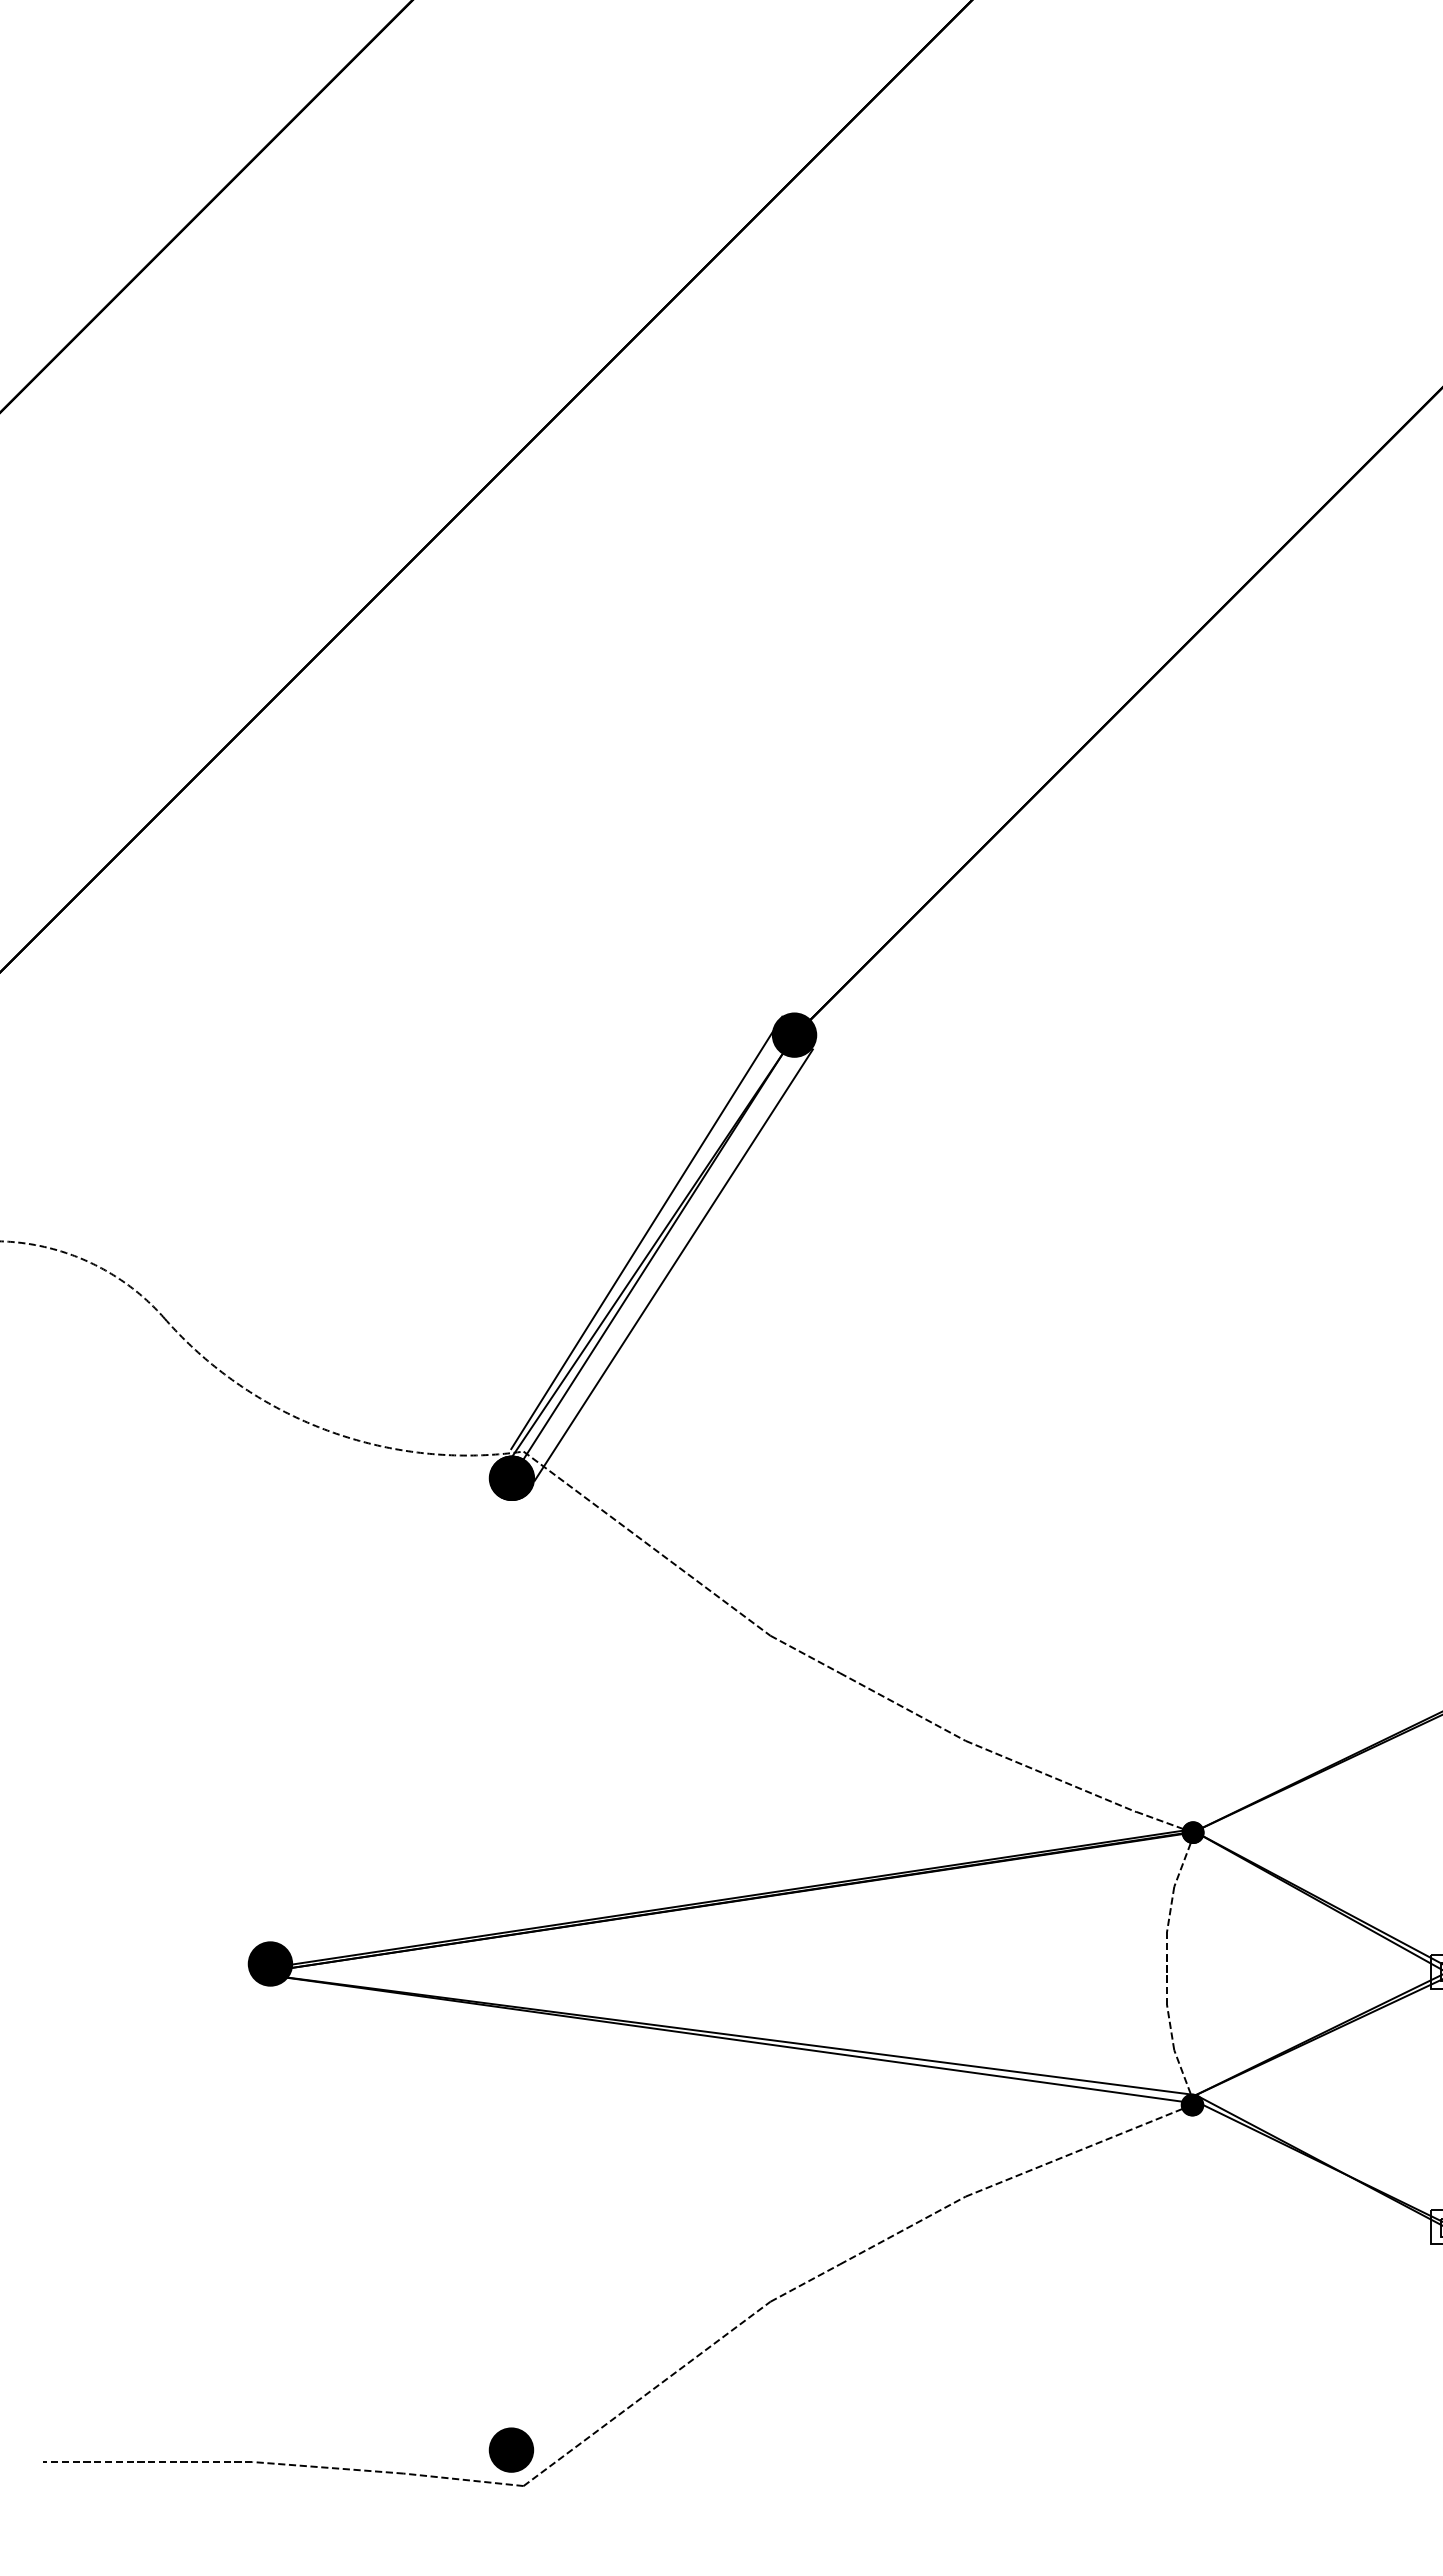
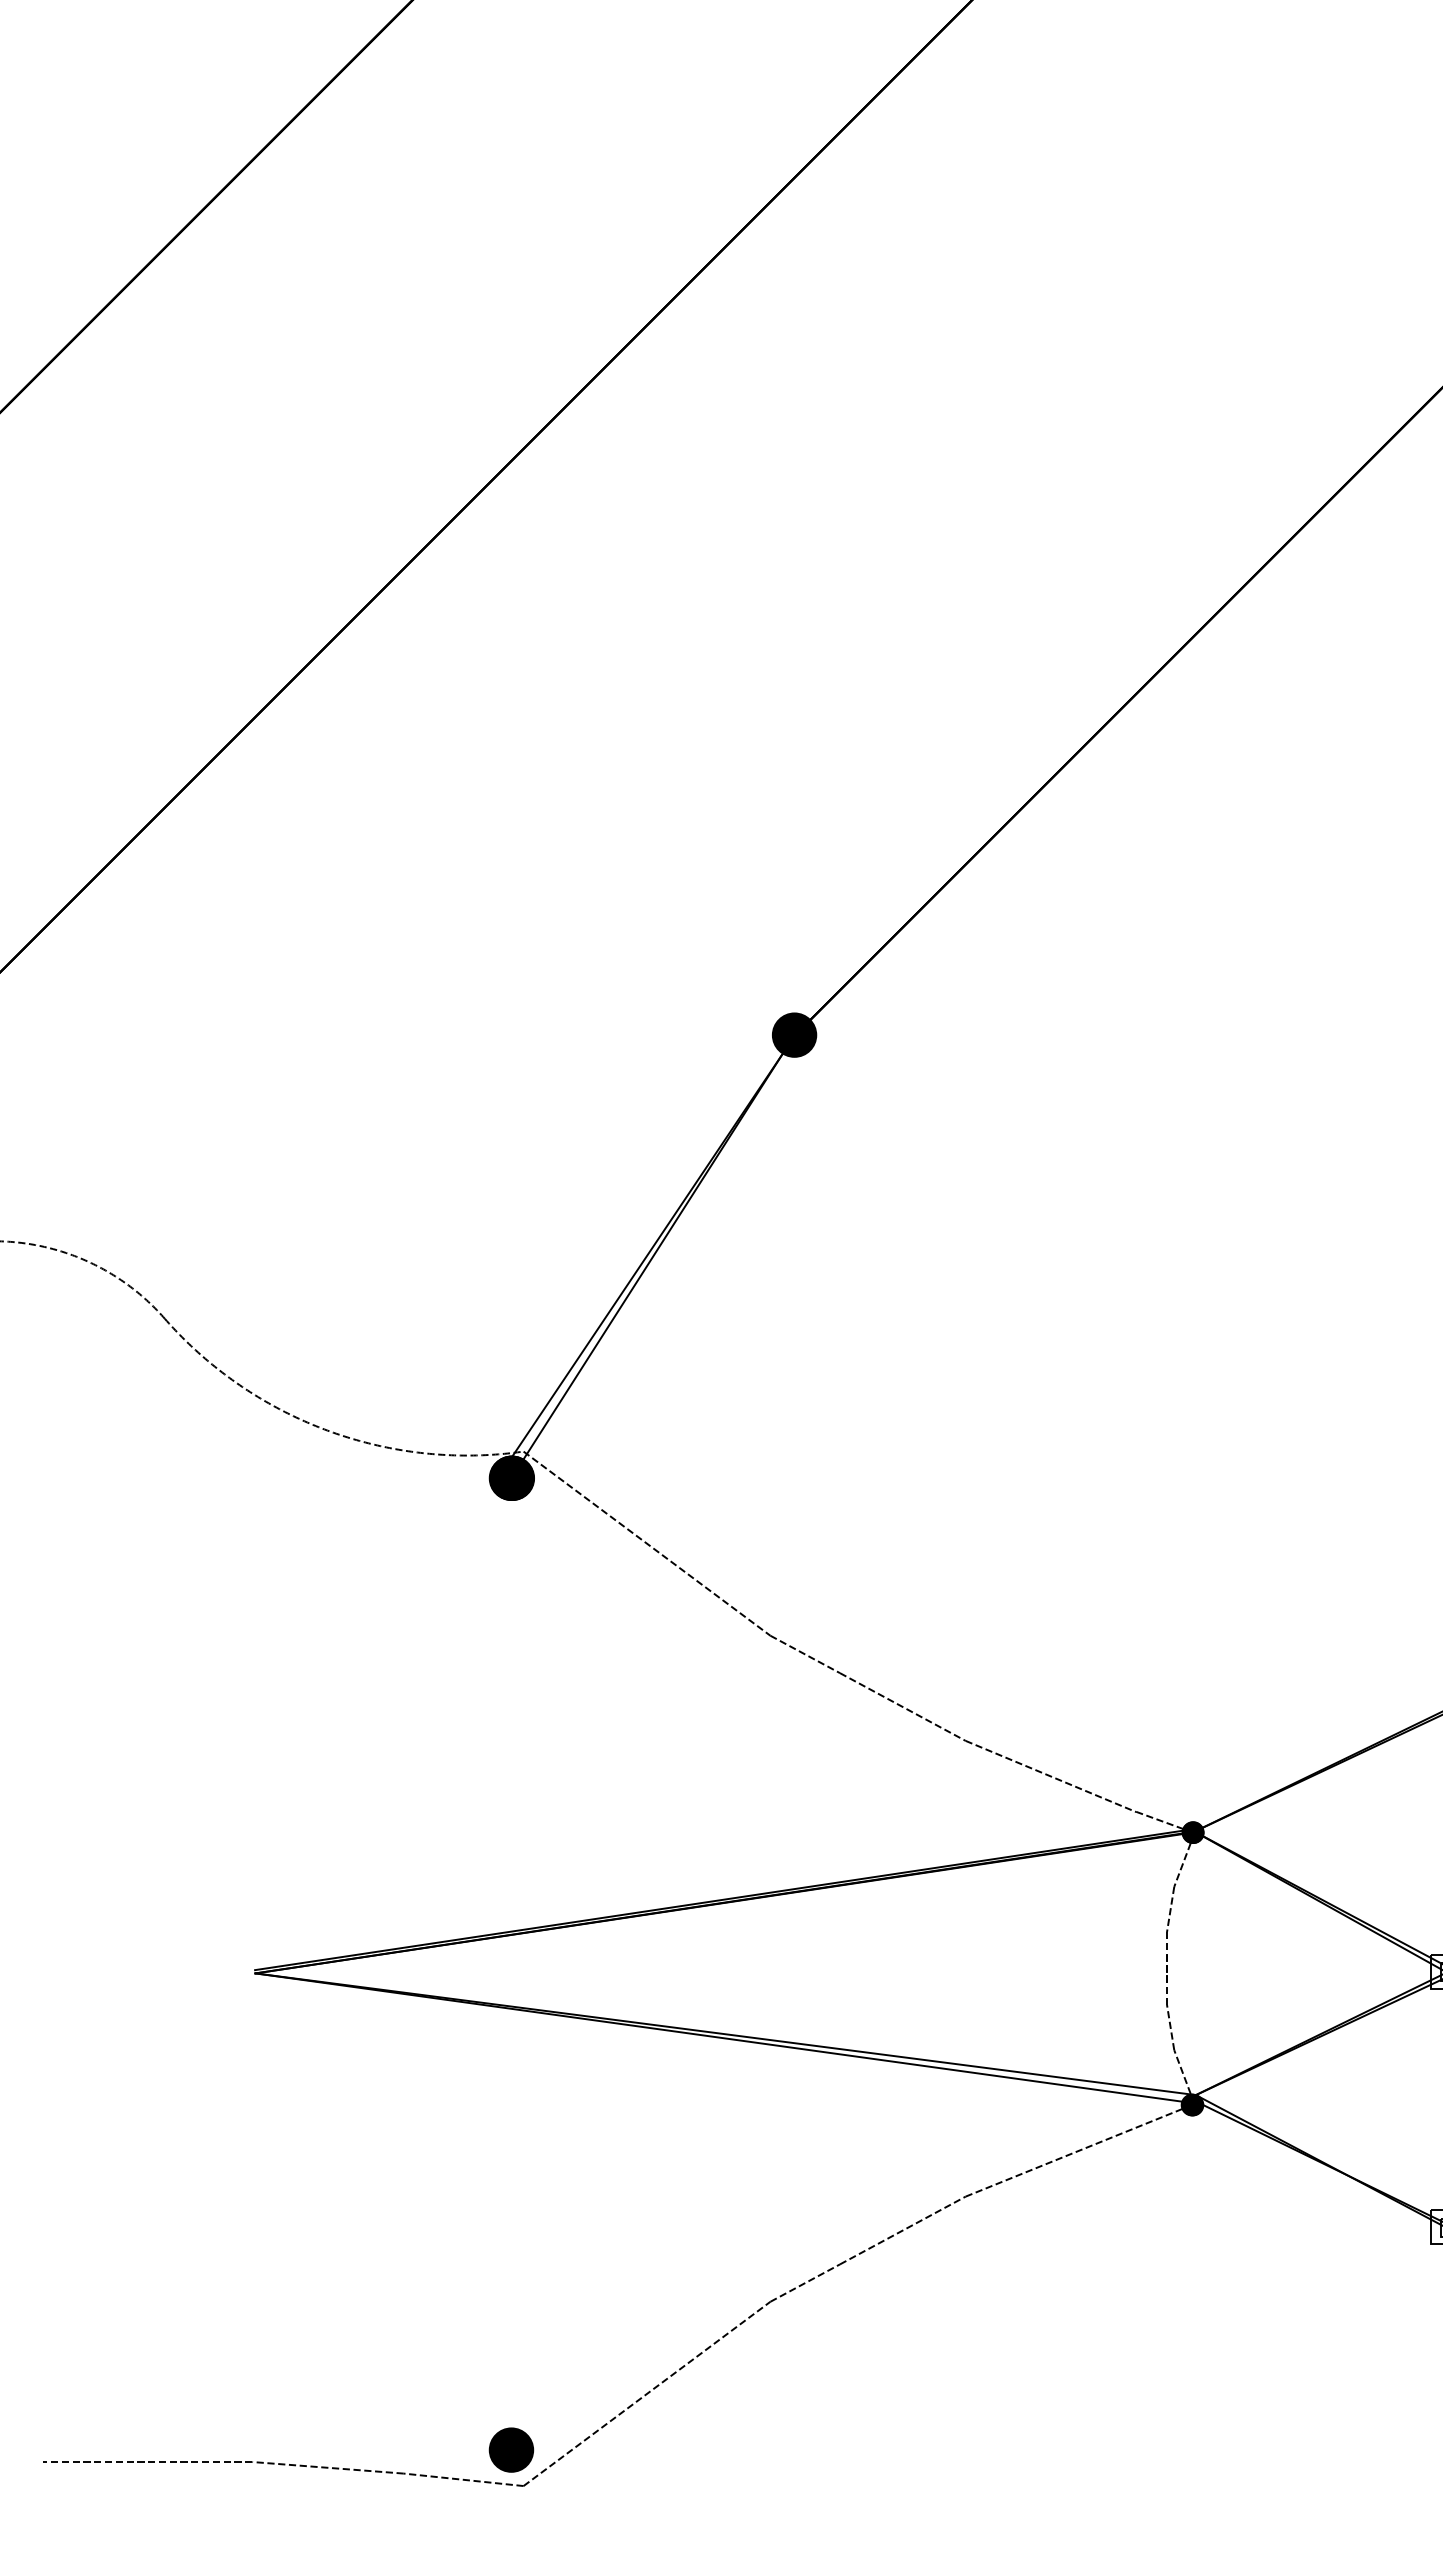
line at (646, 1232): present -> none
line at (673, 1264): present -> none
fill at (270, 1963): present -> none
